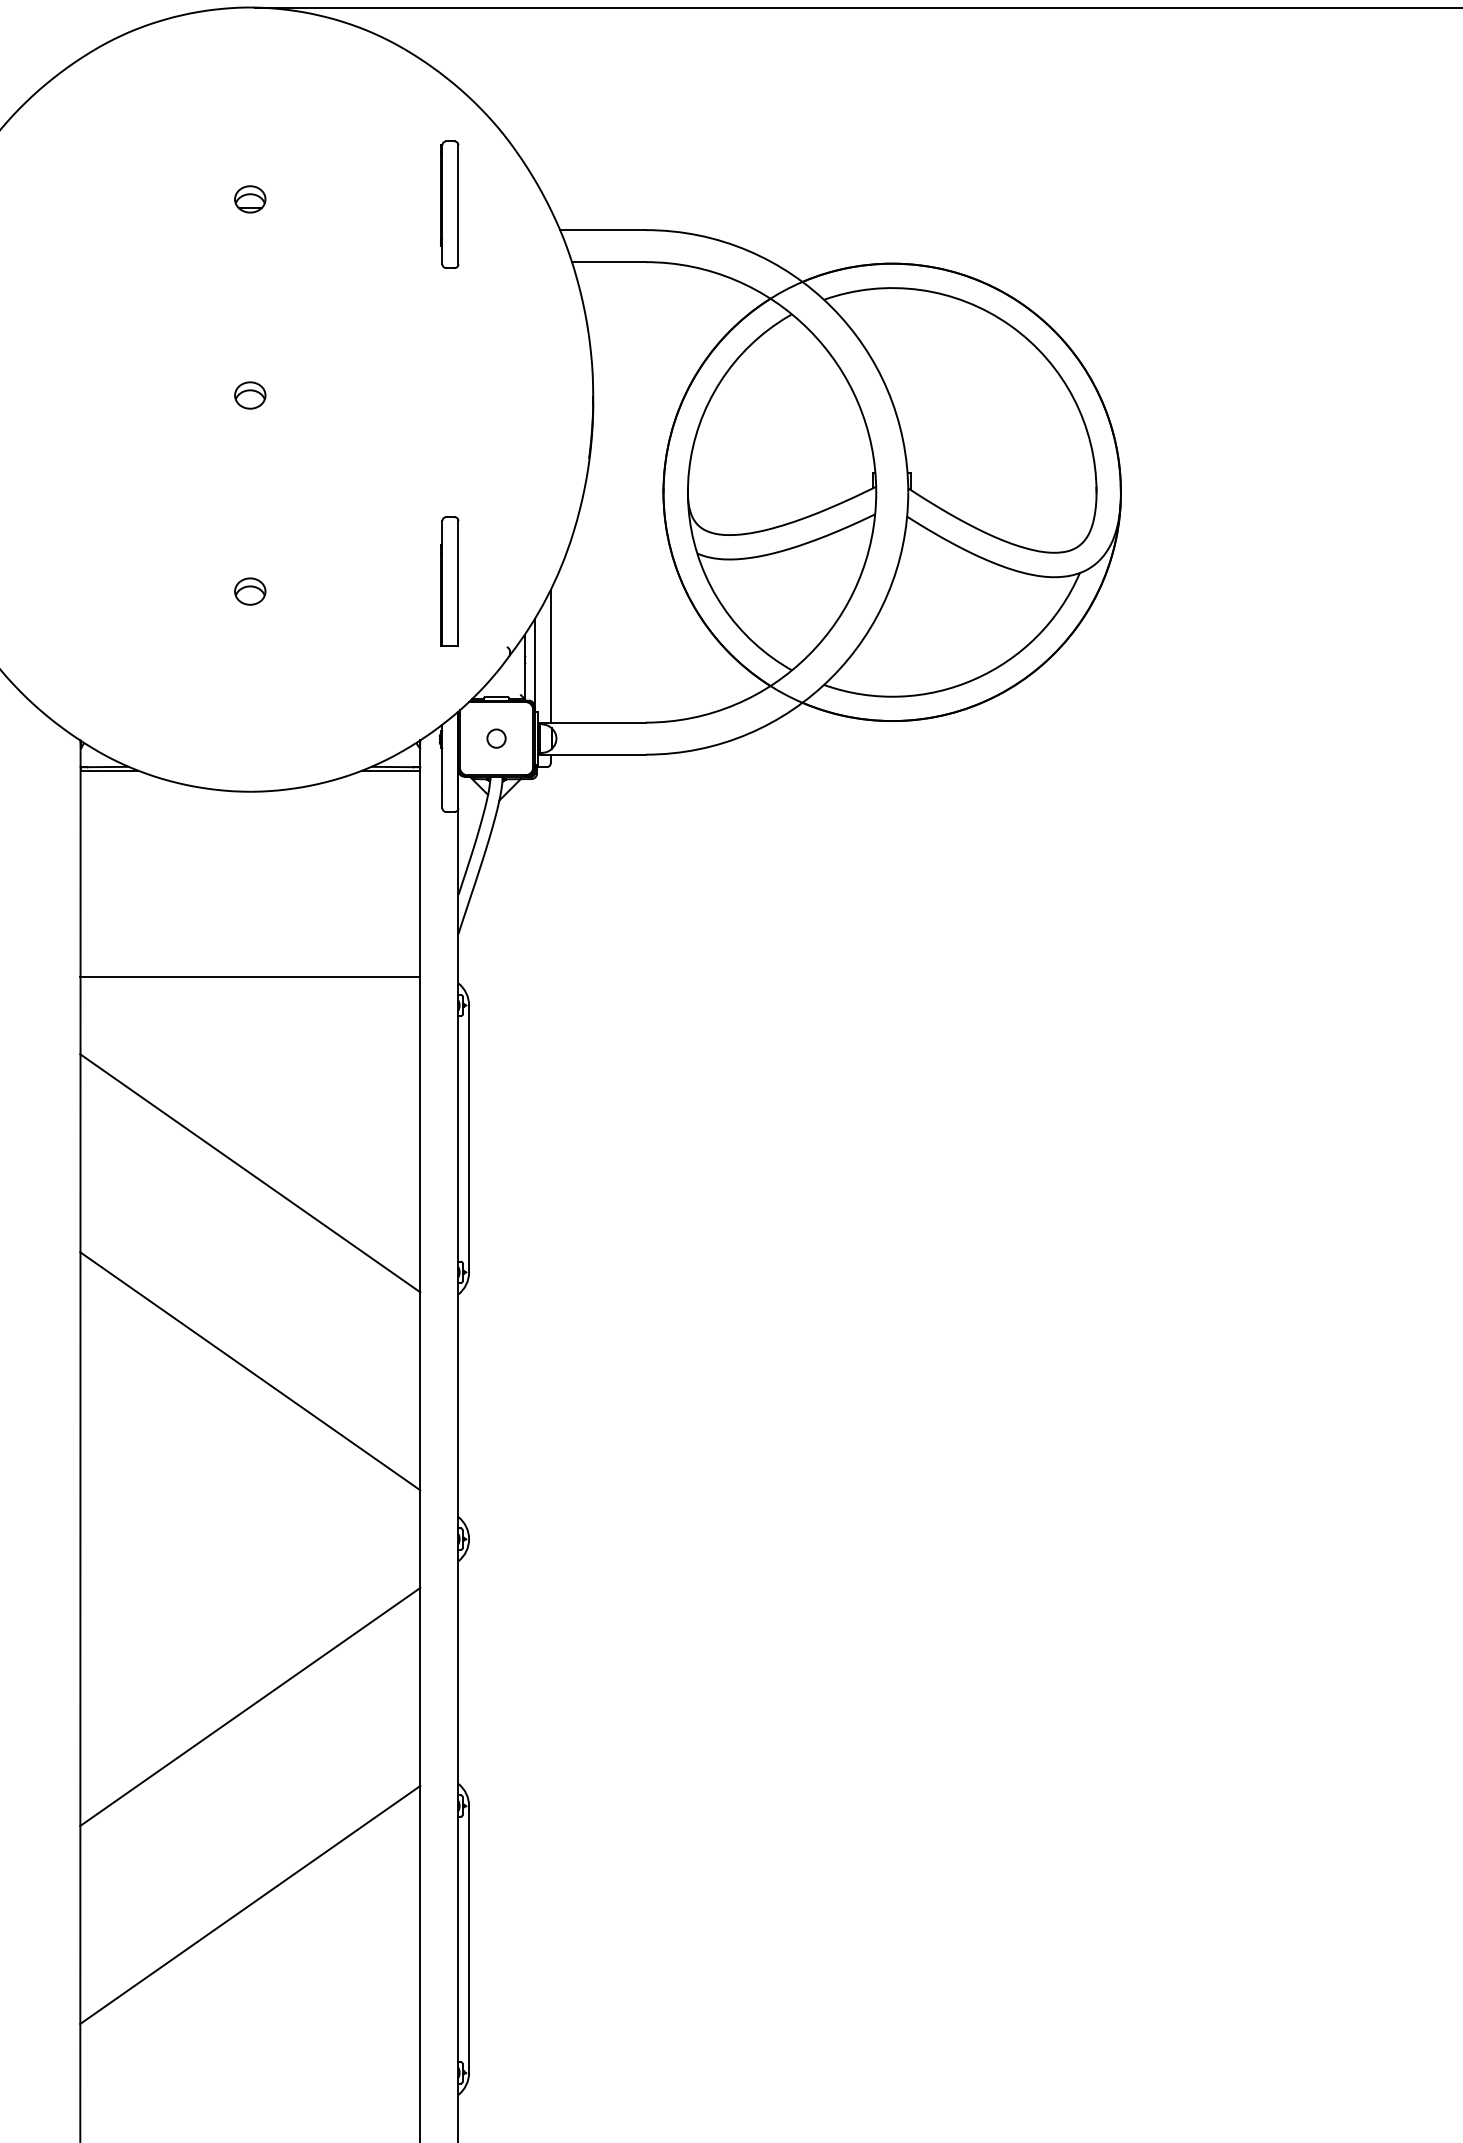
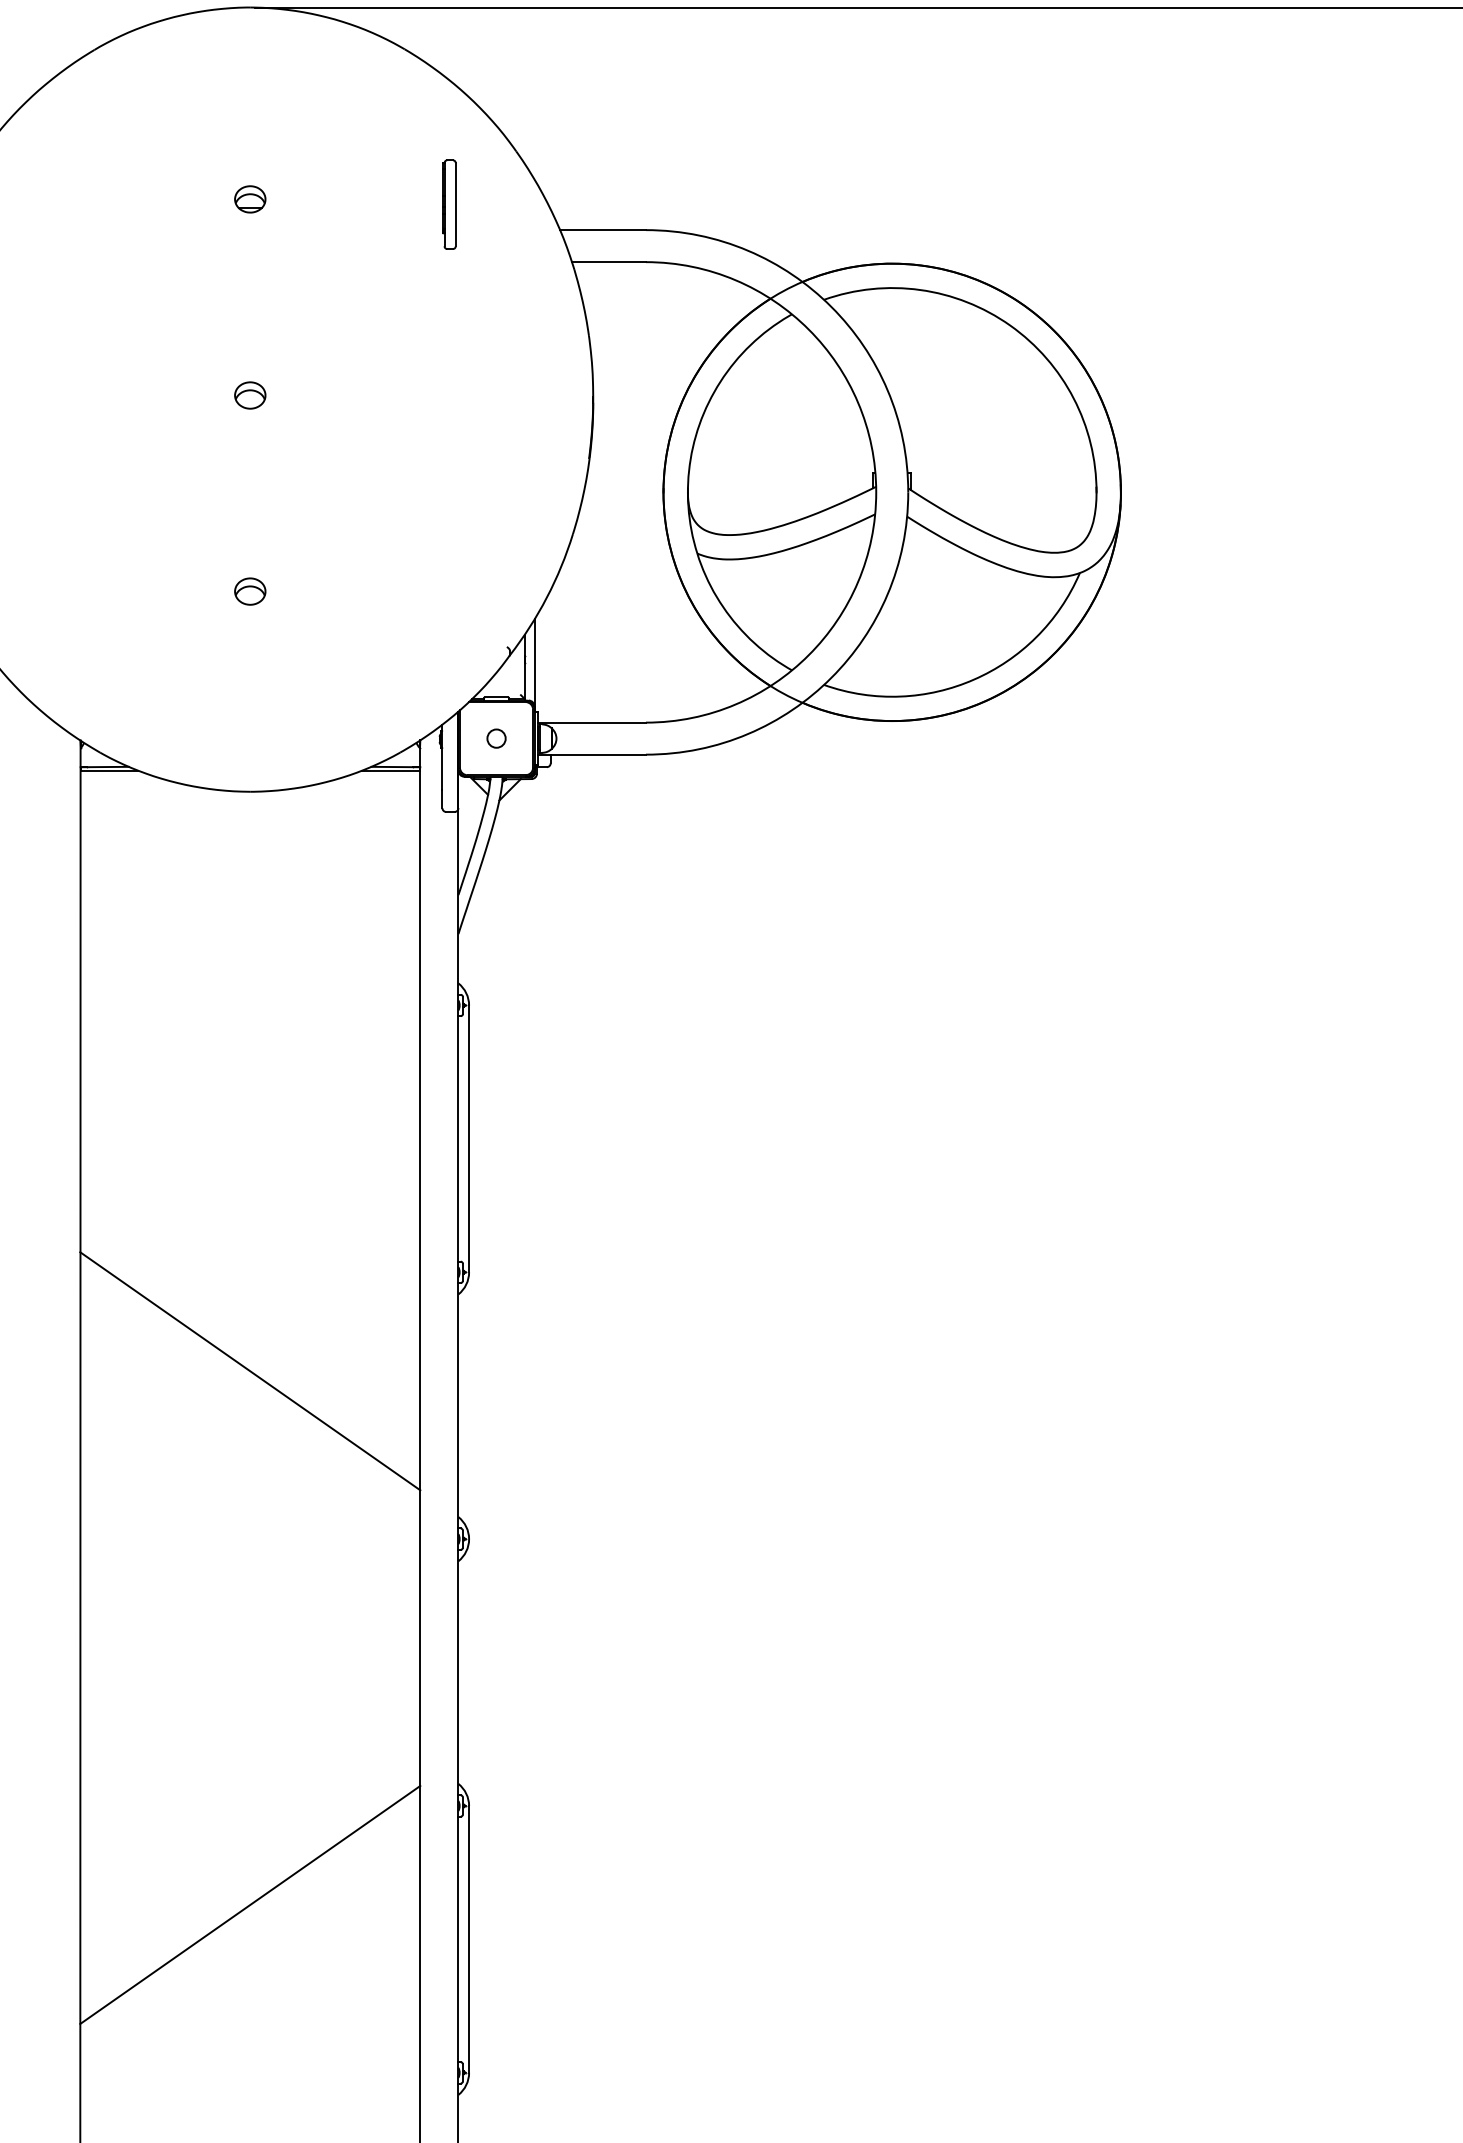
part at (449, 204) size: 21x129 px -> 15x91 px
part at (449, 581): present -> none
line at (550, 656): present -> none
line at (250, 977): present -> none
line at (250, 1173): present -> none
line at (250, 1706): present -> none
